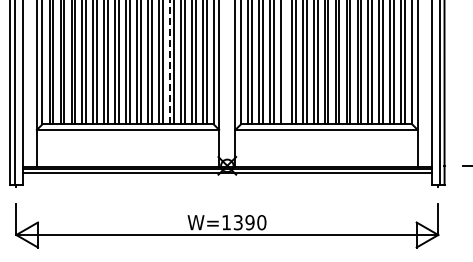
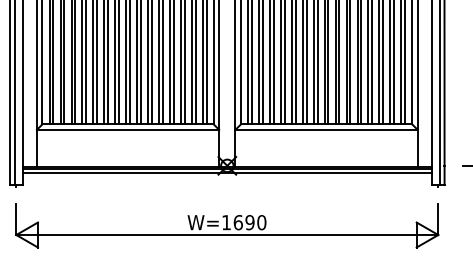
line at (169, 62): dashed -> solid
line at (284, 63): none -> present
text at (237, 222): W=1390 -> W=1690
